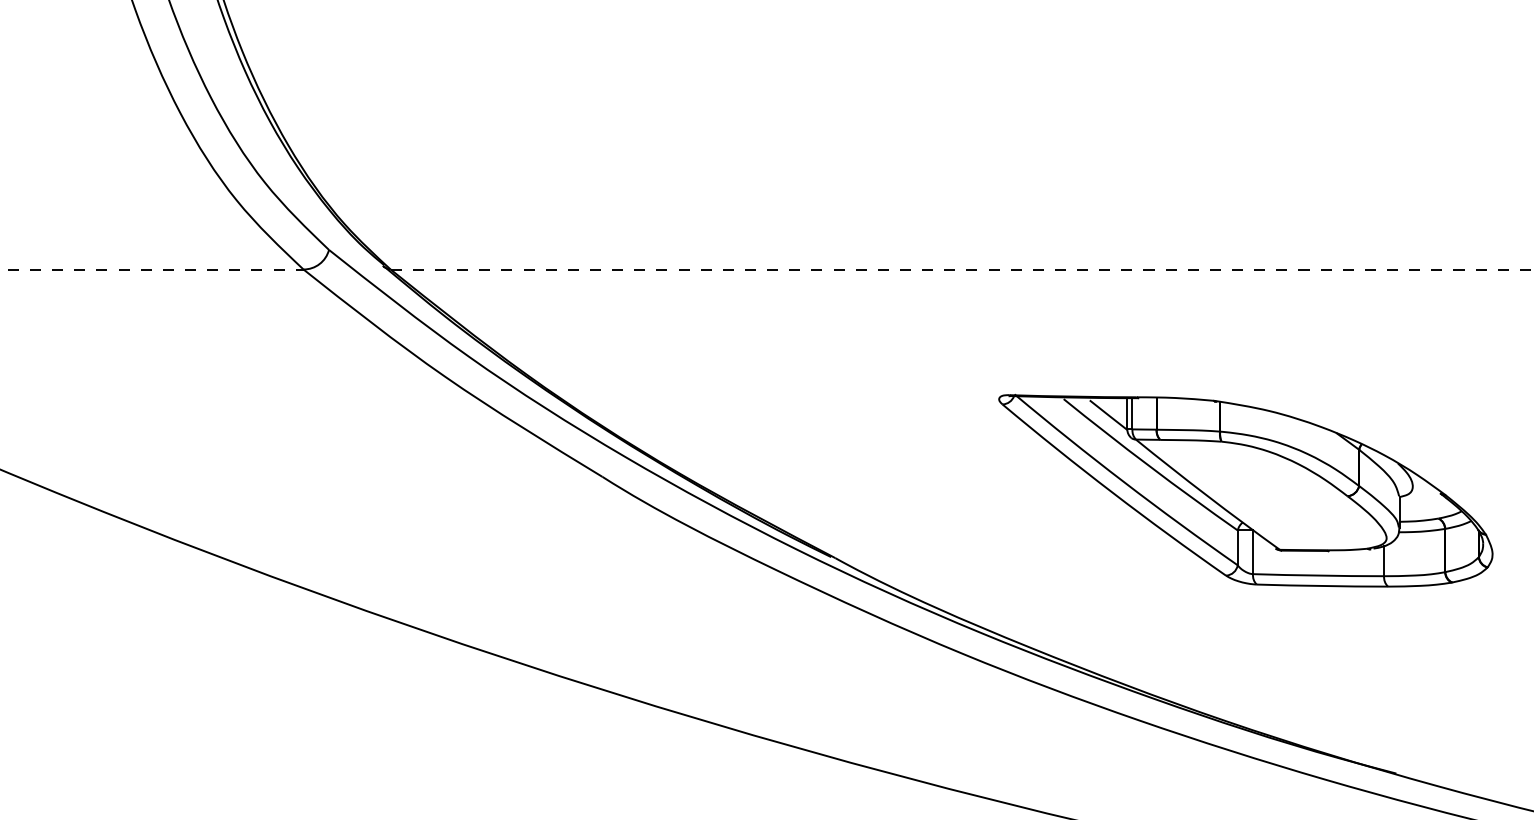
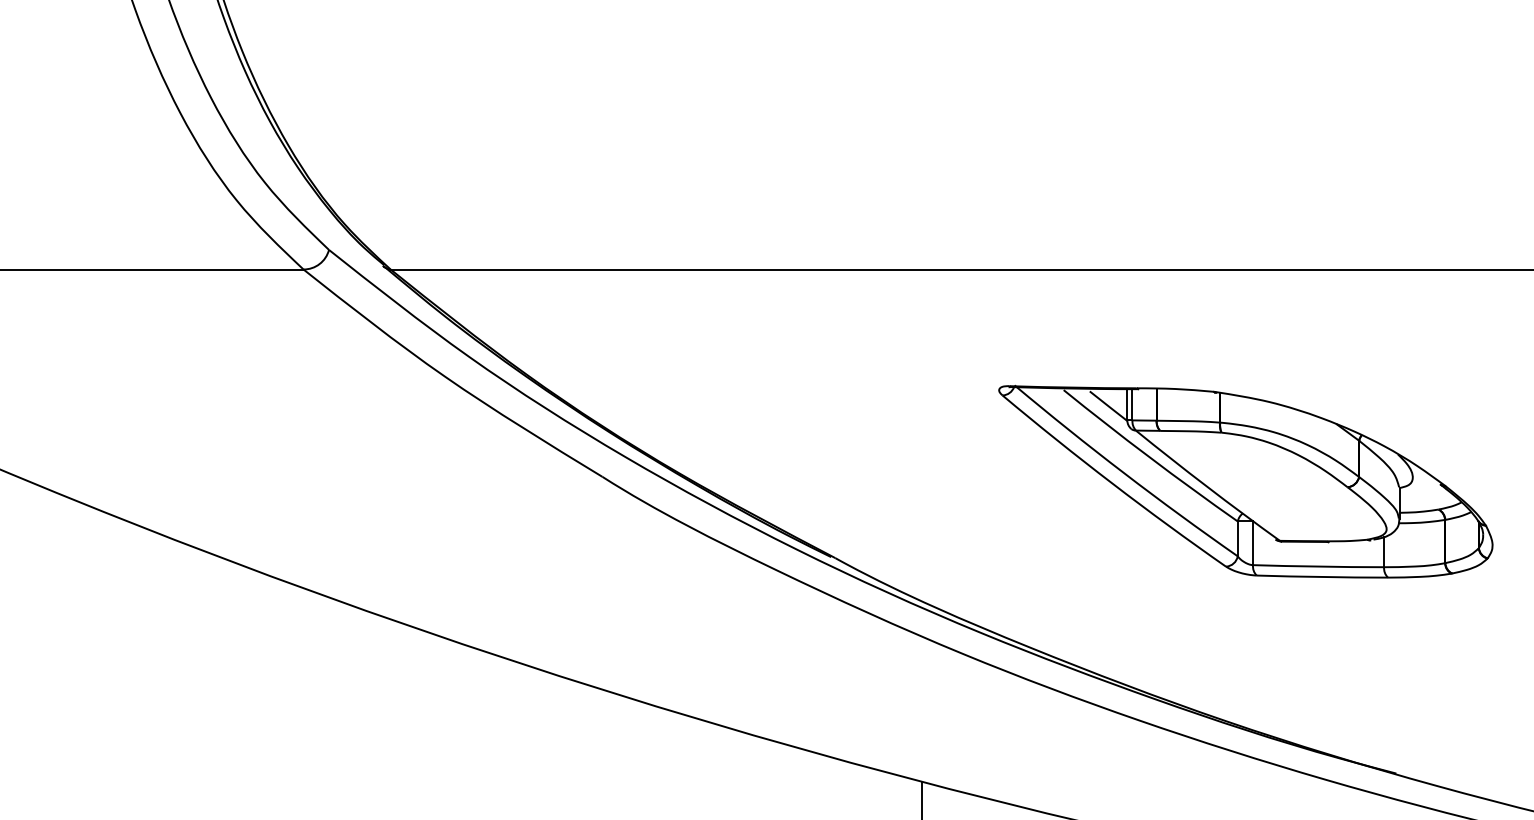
line at (152, 269): dashed -> solid
line at (962, 269): dashed -> solid
part at (1245, 490) position: (1245, 490) -> (1245, 481)
line at (921, 798): none -> present
